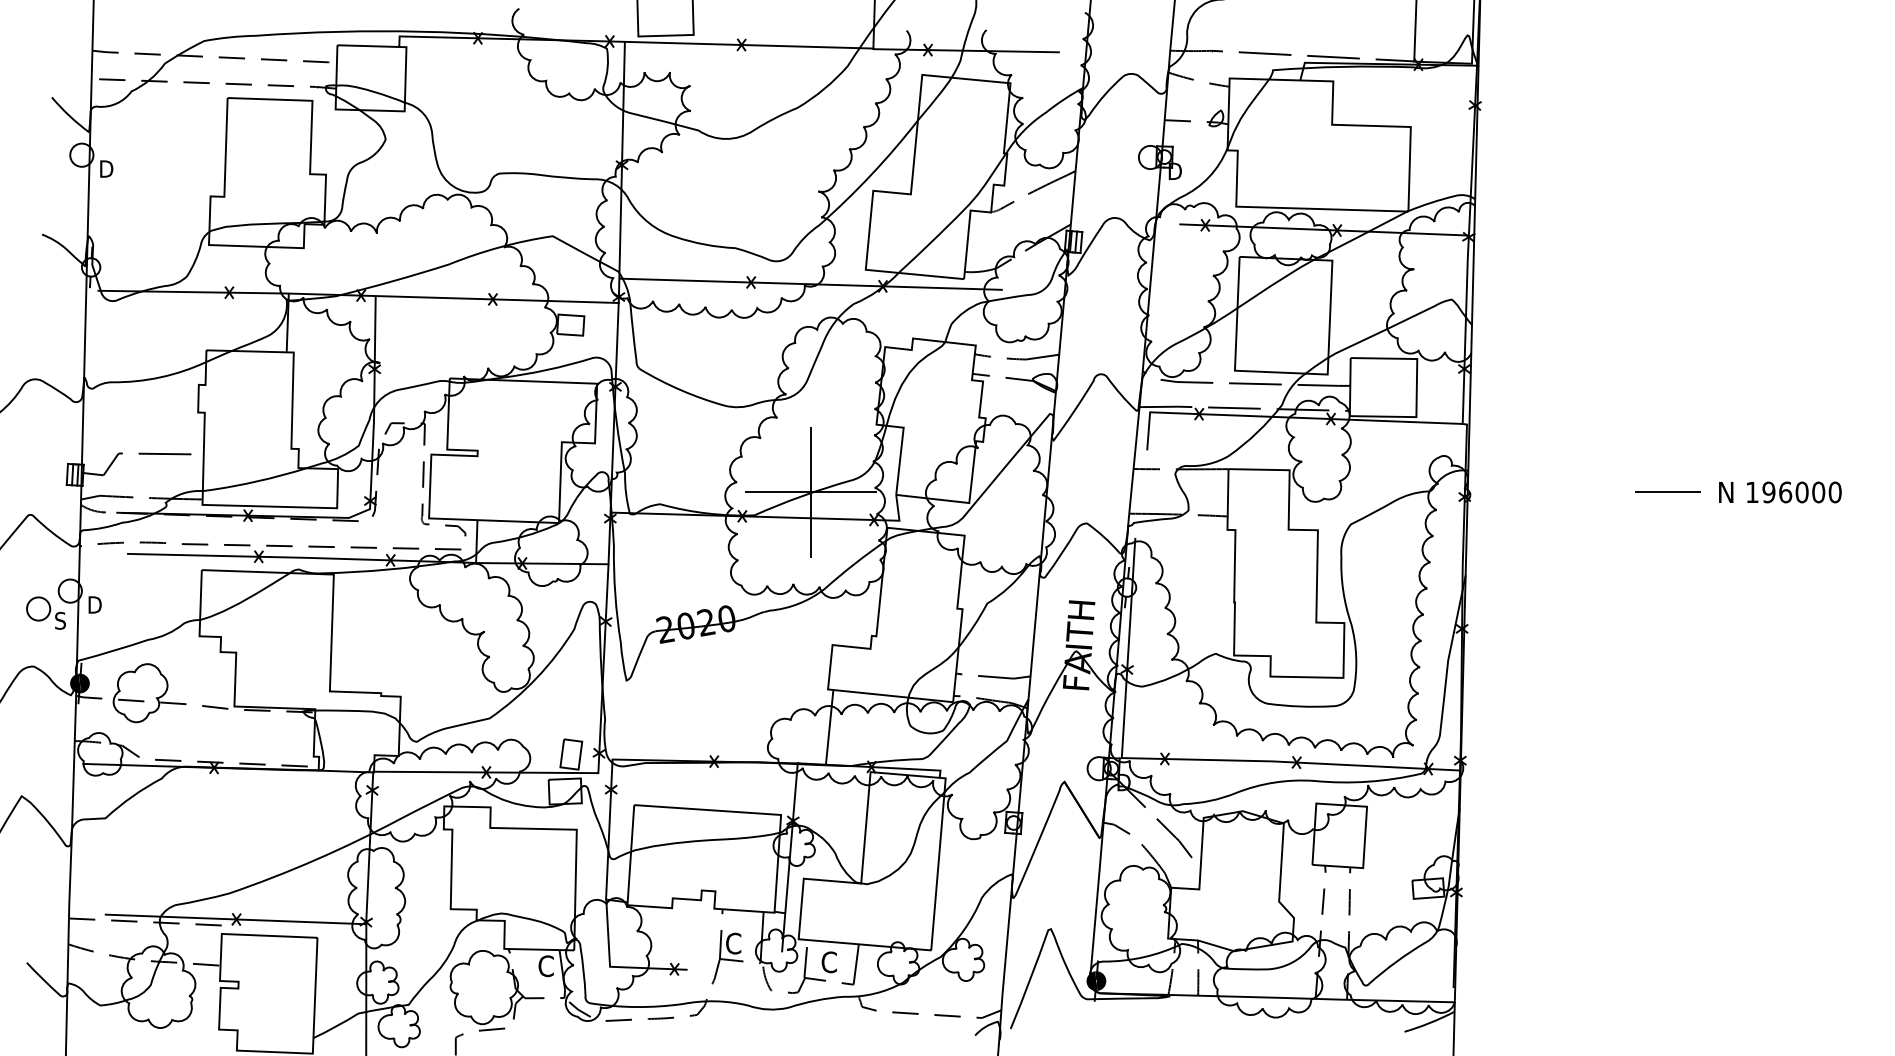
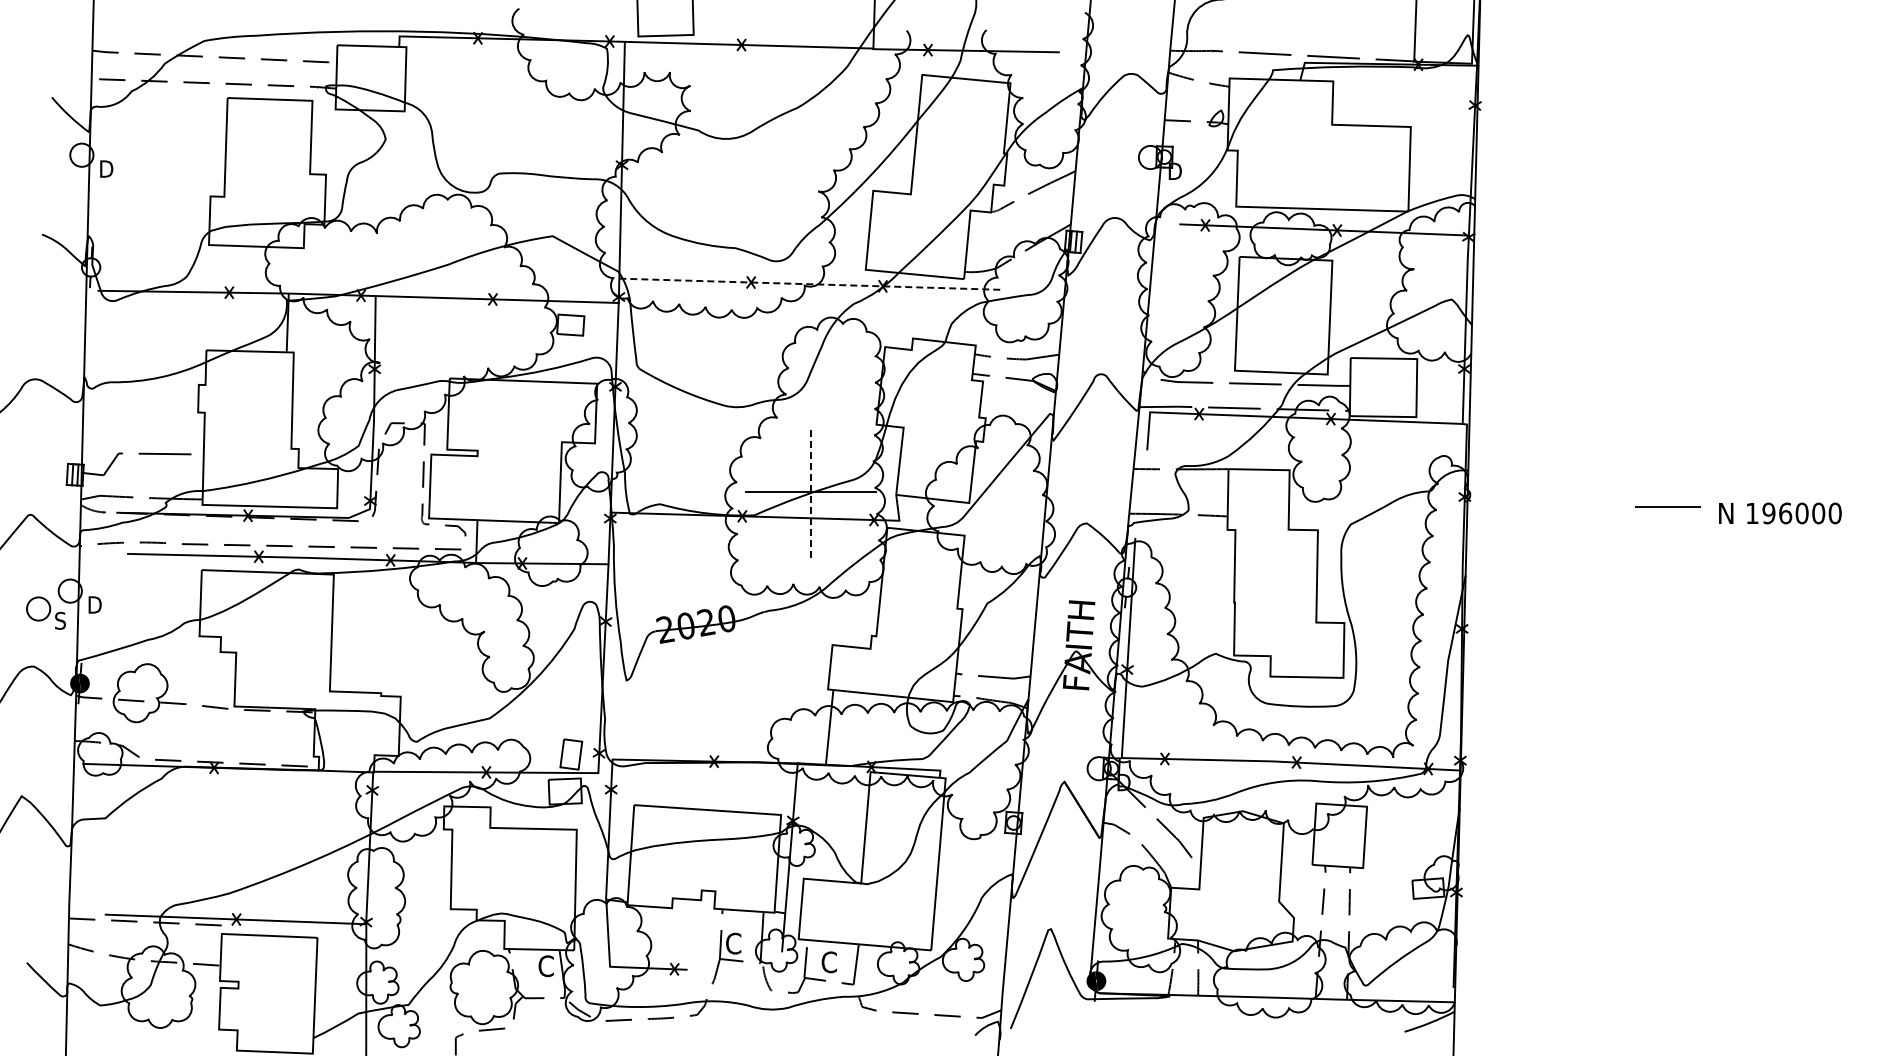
line at (811, 284): solid -> dashed
line at (1667, 491) position: (1667, 491) -> (1667, 506)
line at (810, 492): solid -> dashed
text at (1780, 492) position: (1780, 492) -> (1780, 513)
